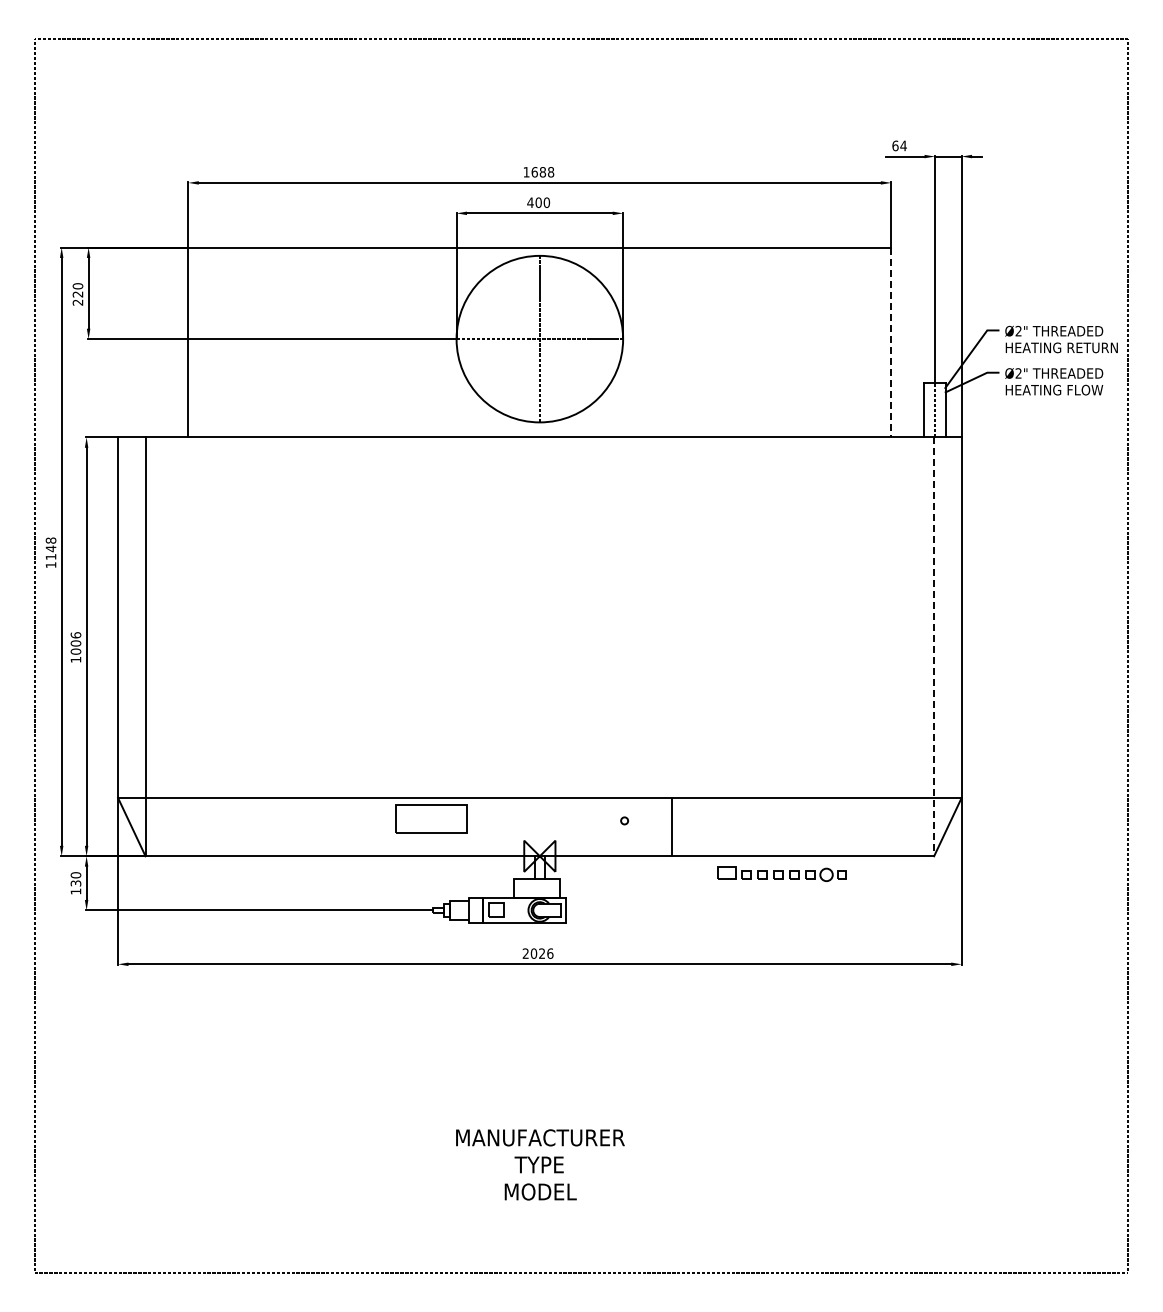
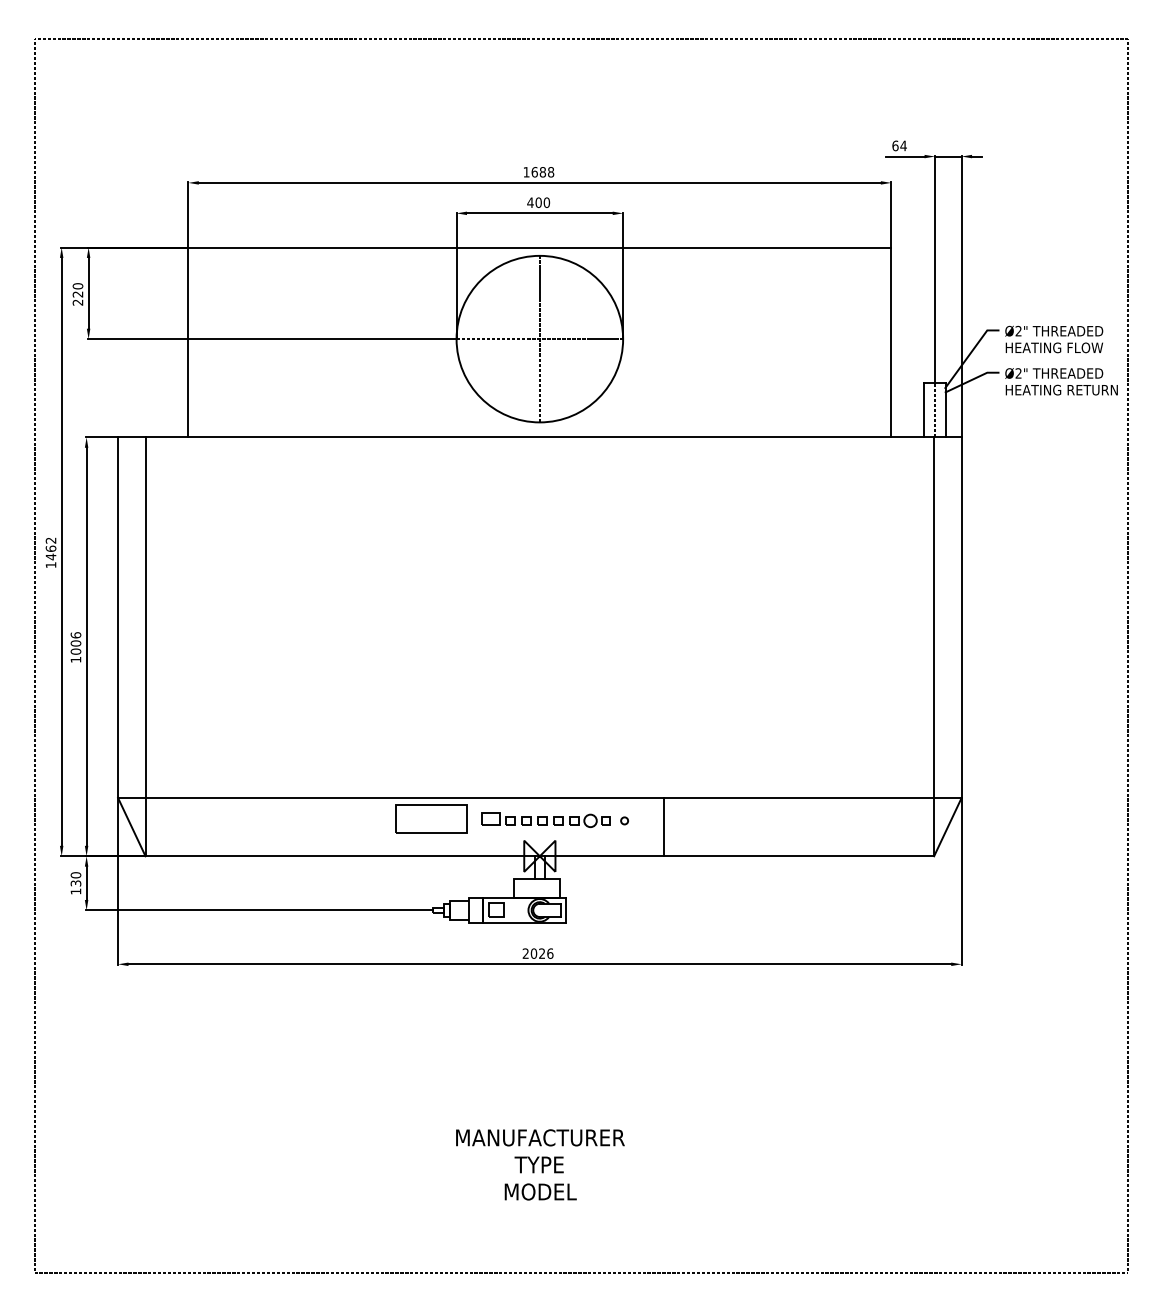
line at (891, 342): dashed -> solid
text at (1093, 347): HEATING RETURN -> HEATING FLOW
text at (1093, 389): HEATING FLOW -> HEATING RETURN
text at (50, 548): 1148 -> 1462
line at (934, 647): dashed -> solid
line at (672, 826) position: (672, 826) -> (664, 826)
part at (781, 873) position: (781, 873) -> (545, 819)
